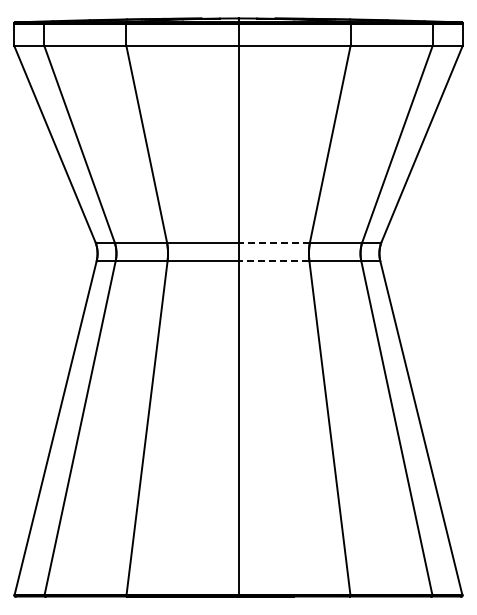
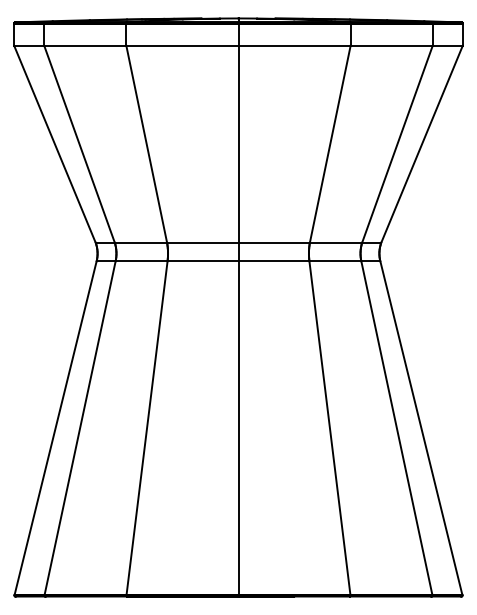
line at (274, 242): dashed -> solid
line at (273, 261): dashed -> solid
